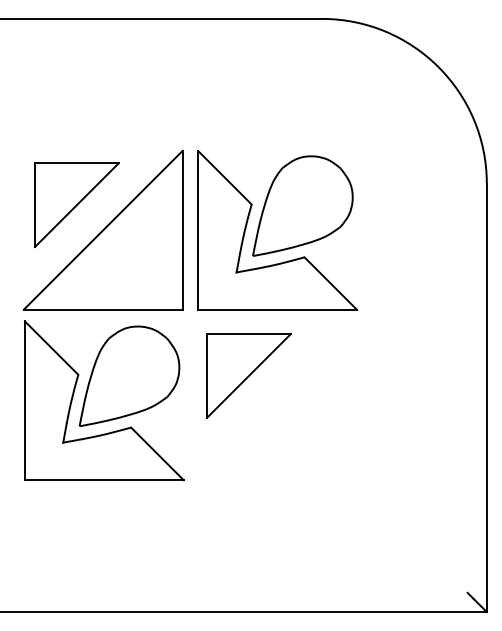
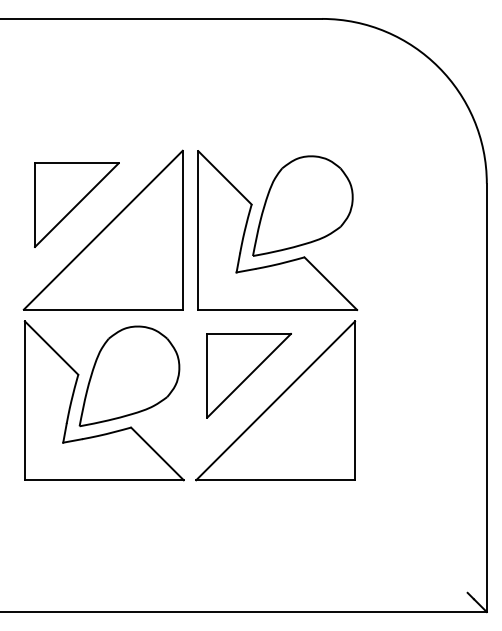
part at (275, 400): none -> present
